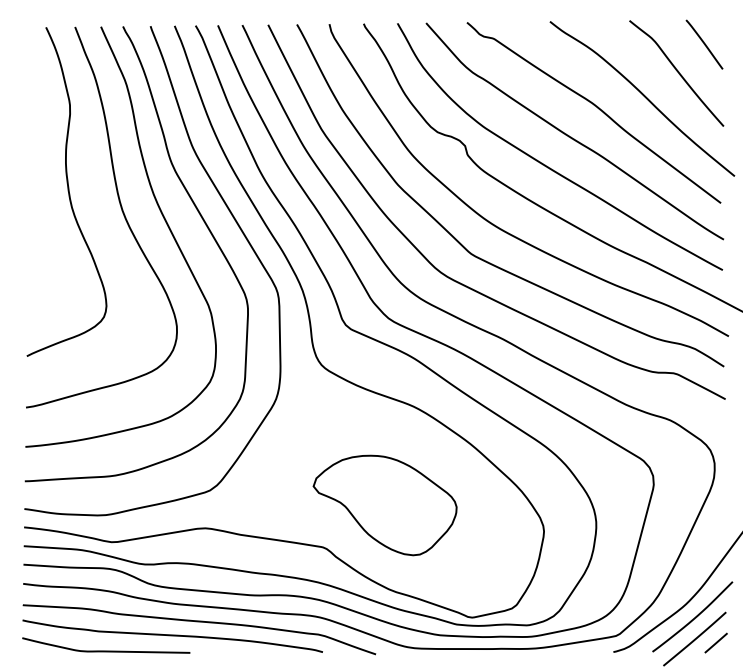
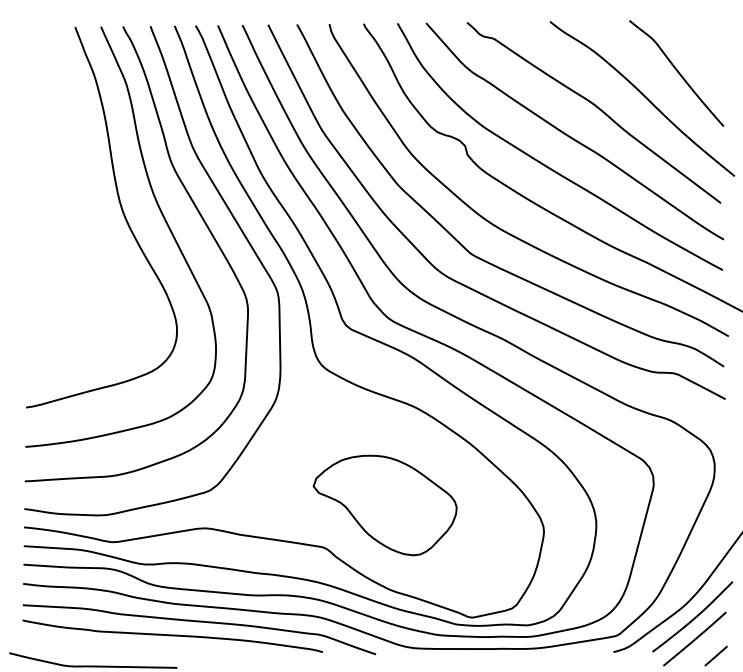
line at (704, 44): present -> none
curve at (67, 191): present -> none
line at (715, 642) position: (715, 642) -> (715, 655)
curve at (106, 650) position: (106, 650) -> (93, 665)
